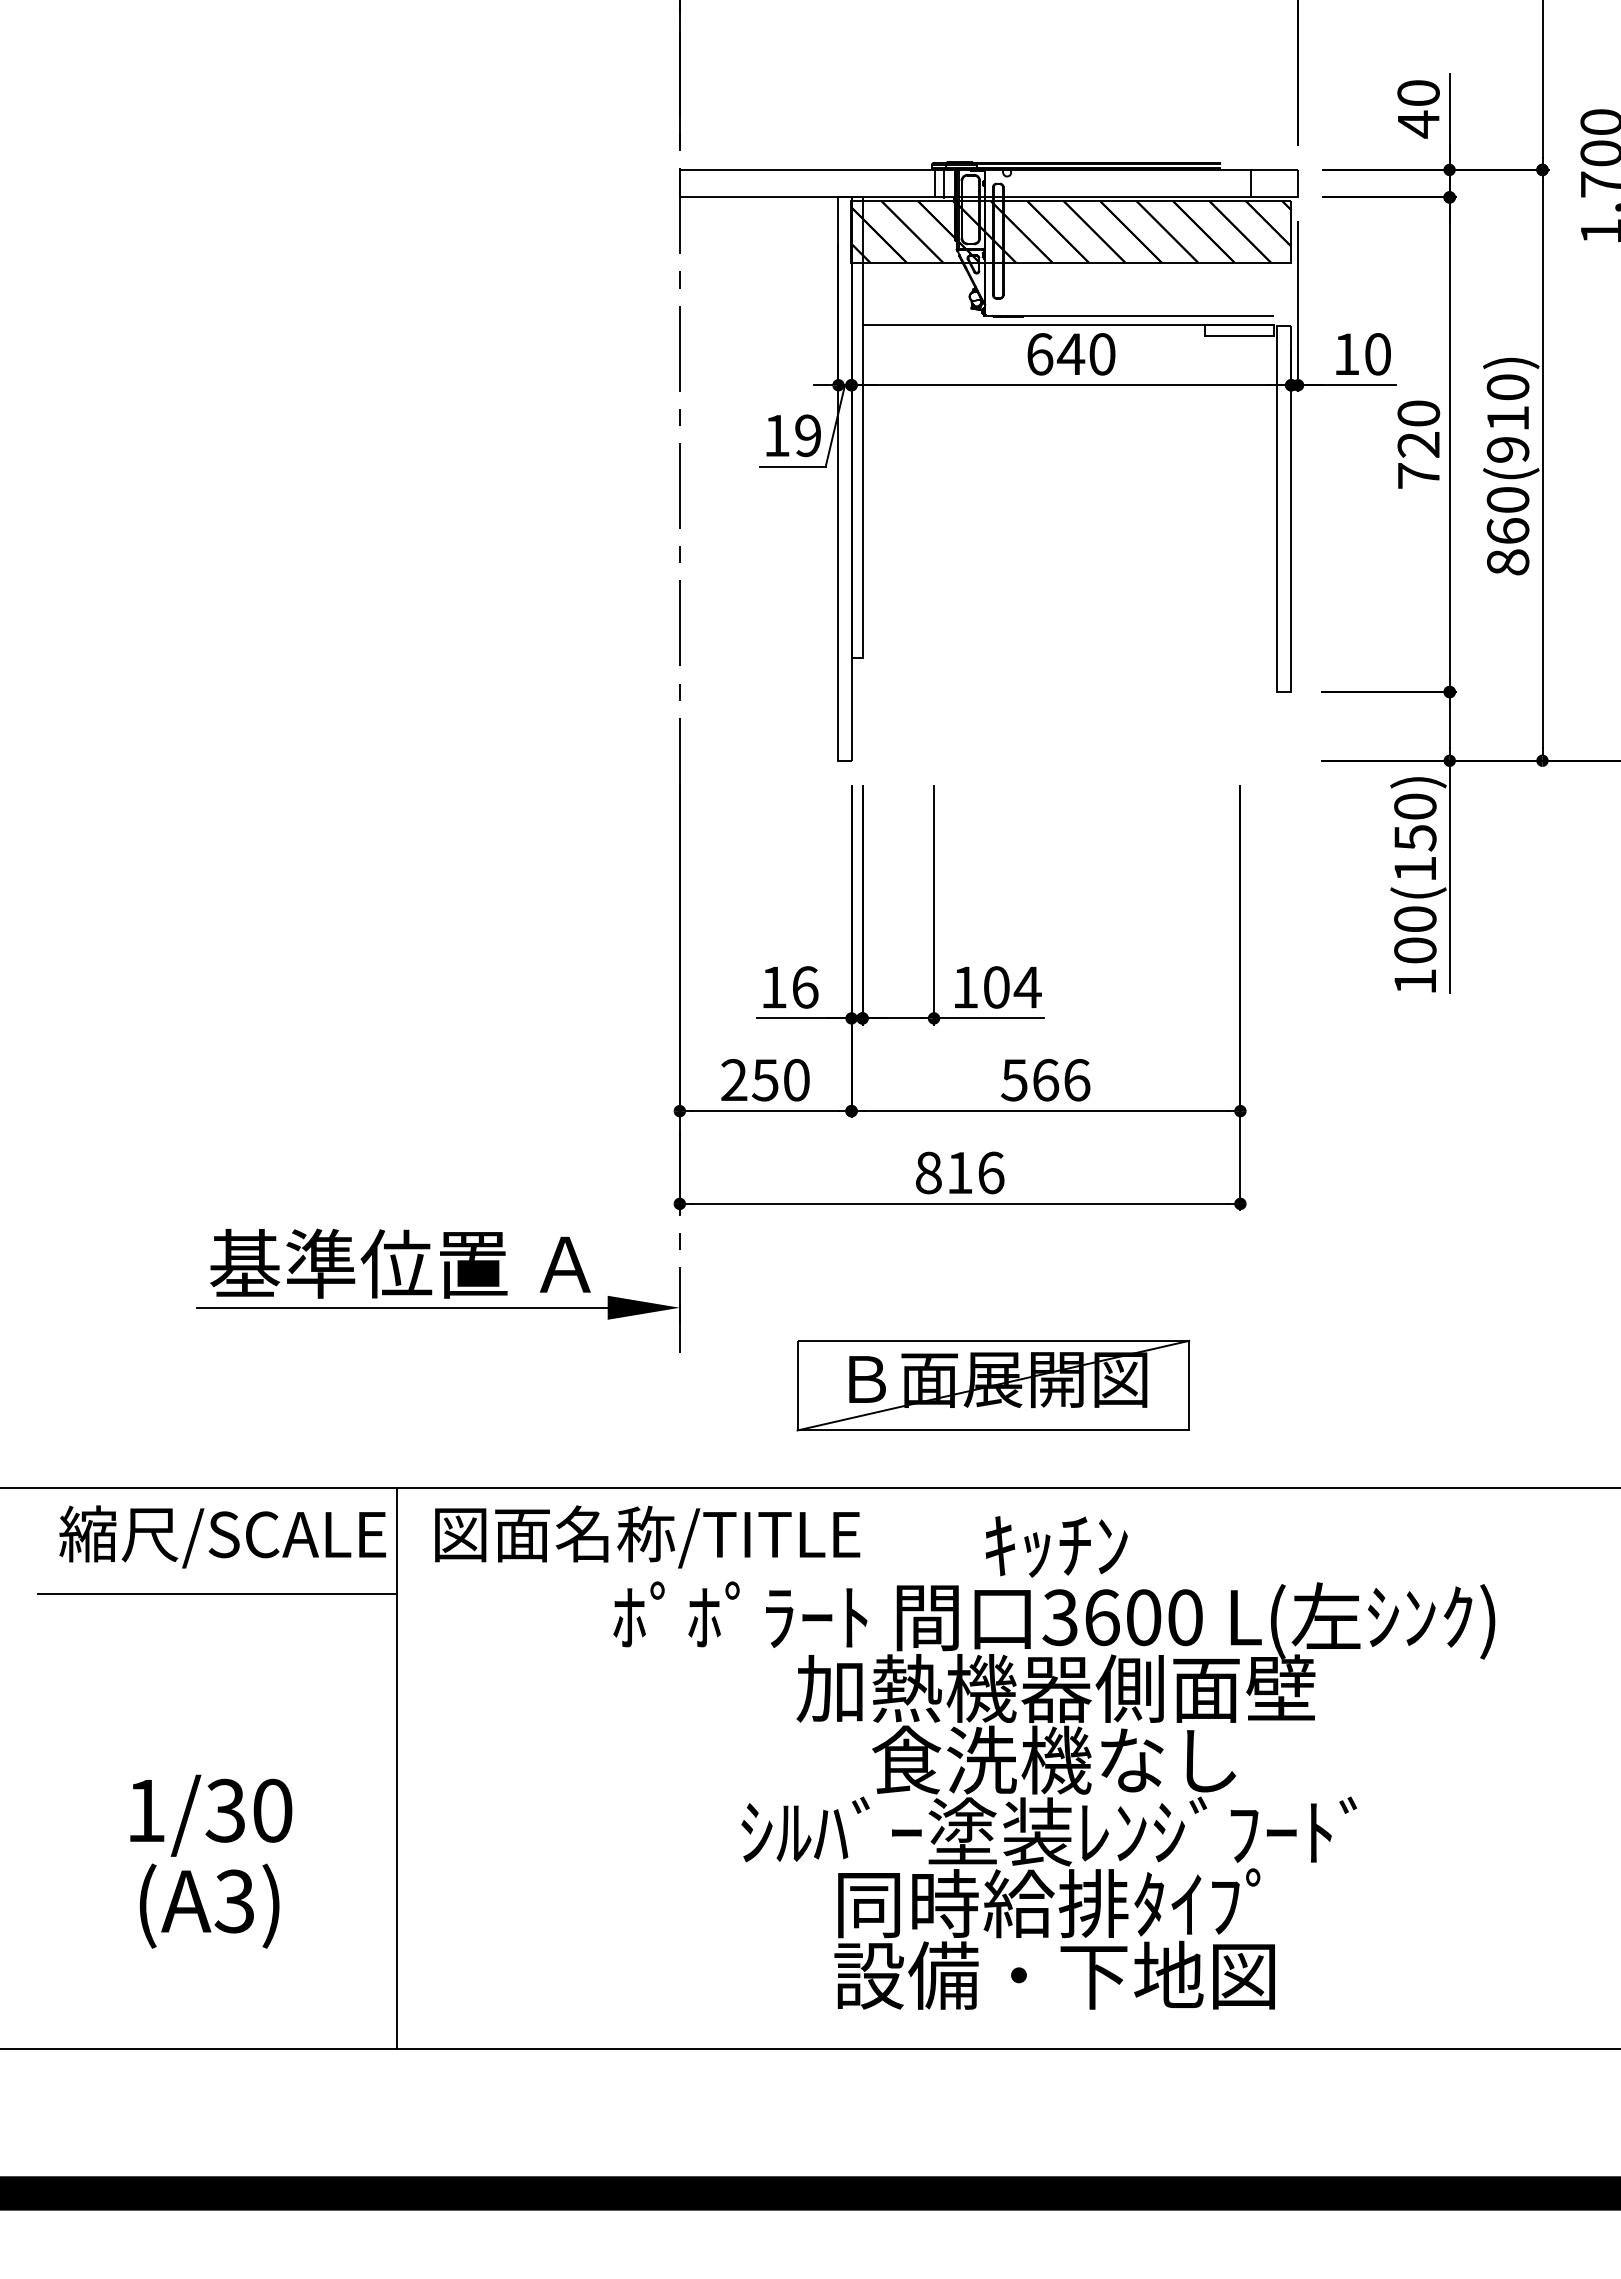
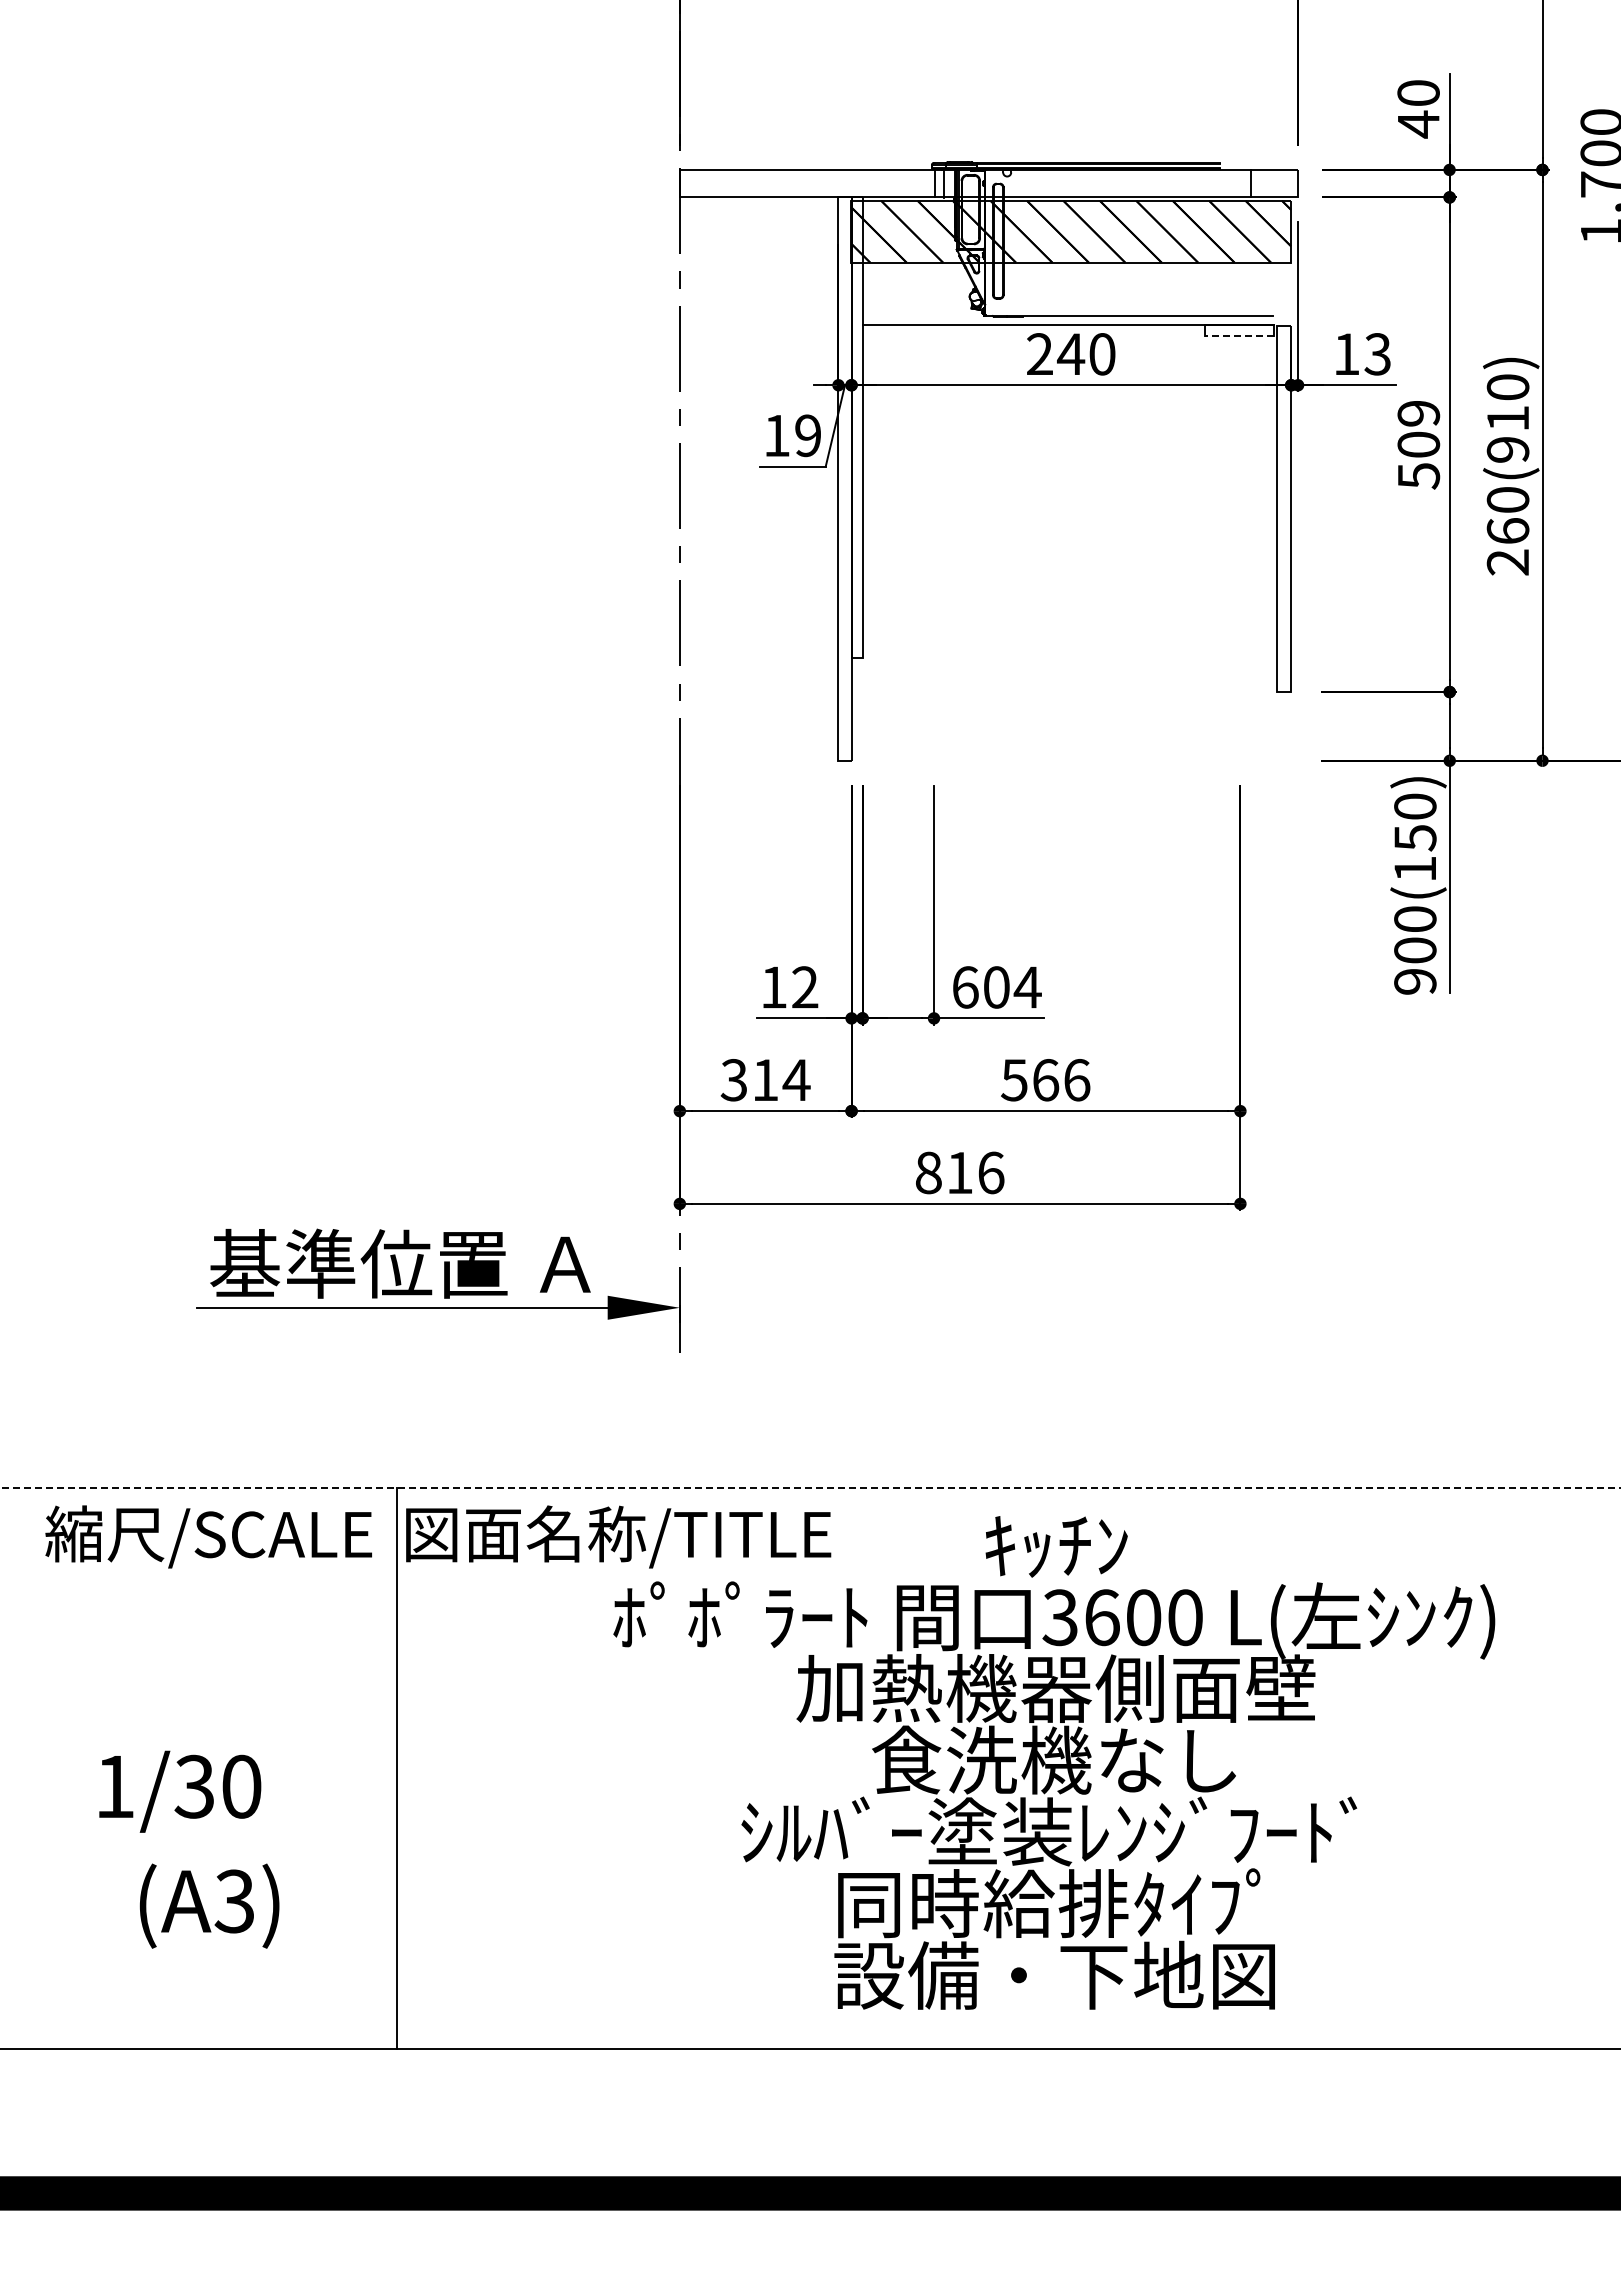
line at (1239, 336): solid -> dashed
text at (1040, 354): 640 -> 240
text at (1377, 354): 10 -> 13
text at (1418, 444): 720 -> 509
text at (1507, 562): 860(910) -> 260(910)
text at (1415, 981): 100(150) -> 900(150)
text at (805, 987): 16 -> 12
text at (965, 987): 104 -> 604
text at (765, 1080): 250 -> 314
part at (993, 1385): present -> none
line at (810, 1487): solid -> dashed
text at (222, 1536) position: (222, 1536) -> (208, 1536)
text at (647, 1536) position: (647, 1536) -> (618, 1536)
line at (217, 1593): present -> none
text at (211, 1815) position: (211, 1815) -> (180, 1791)
